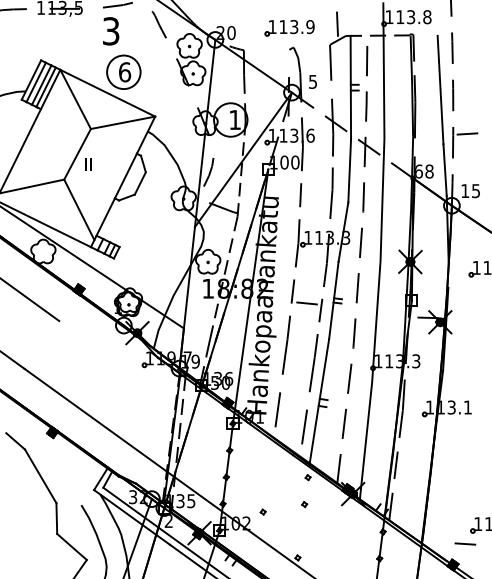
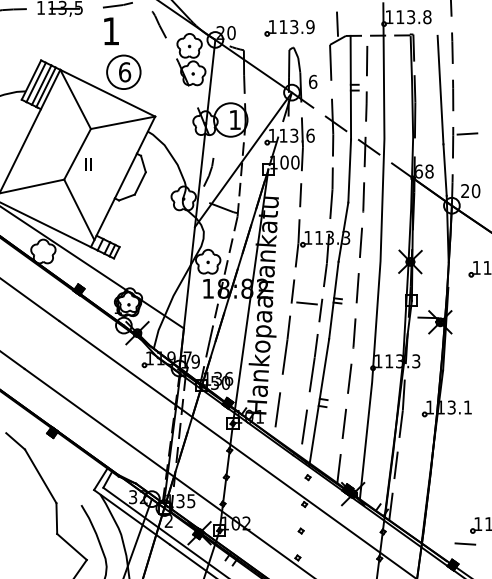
text at (111, 31): 3 -> 1
line at (289, 63): none -> present
text at (313, 81): 5 -> 6
text at (470, 191): 15 -> 20
line at (235, 448): none -> present
part at (262, 511) position: (262, 511) -> (300, 530)
